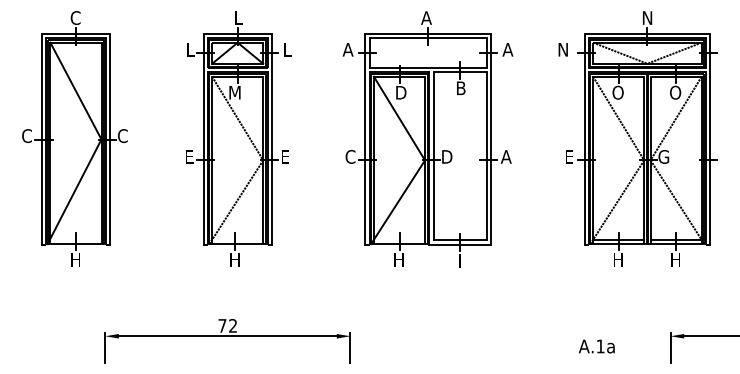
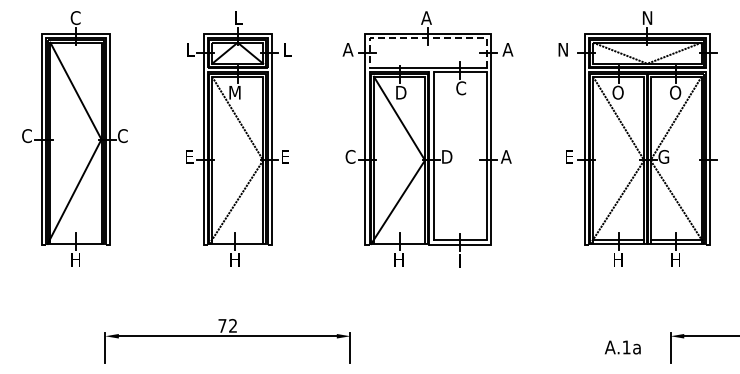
line at (428, 38): solid -> dashed
text at (461, 88): B -> C
text at (596, 346) position: (596, 346) -> (622, 347)
